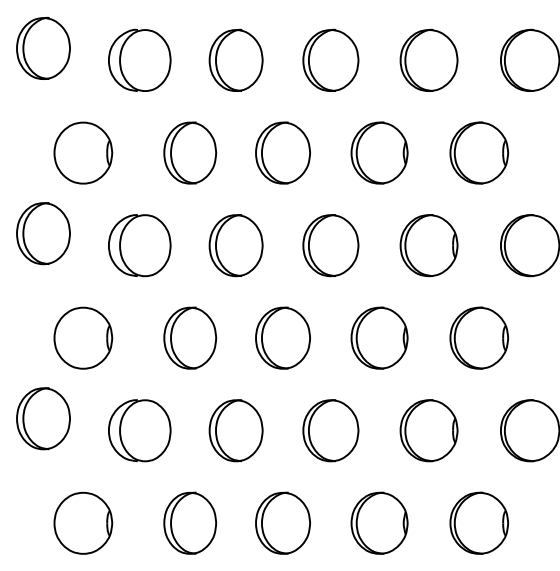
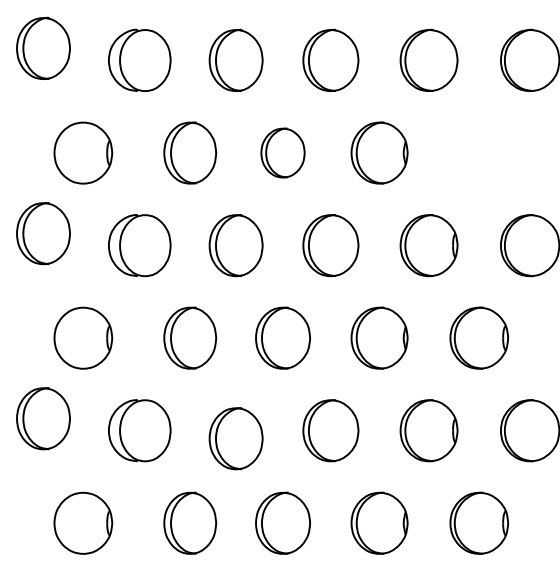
part at (282, 152) size: 56x64 px -> 46x52 px
part at (479, 152): present -> none
part at (235, 430) position: (235, 430) -> (235, 438)
